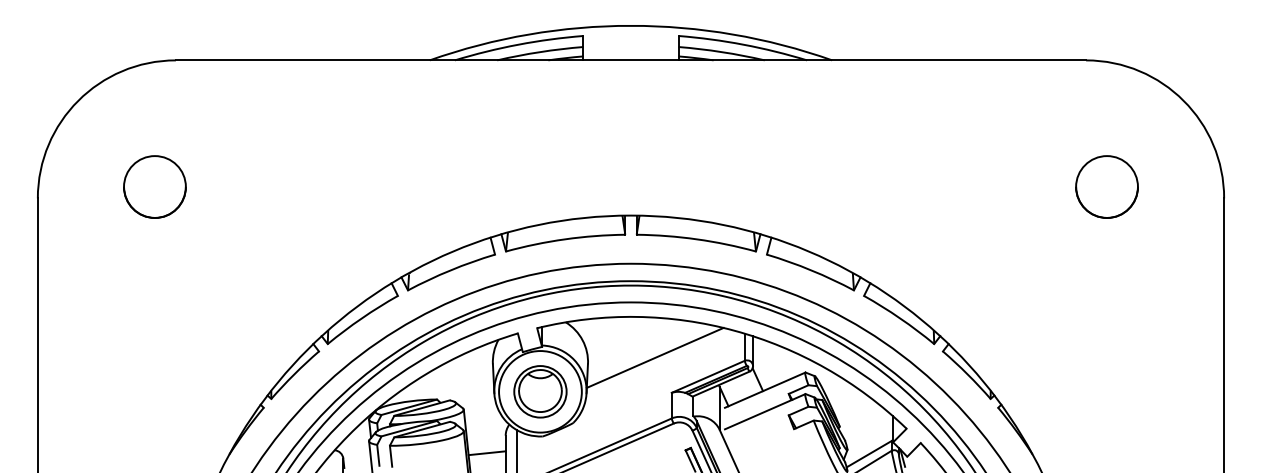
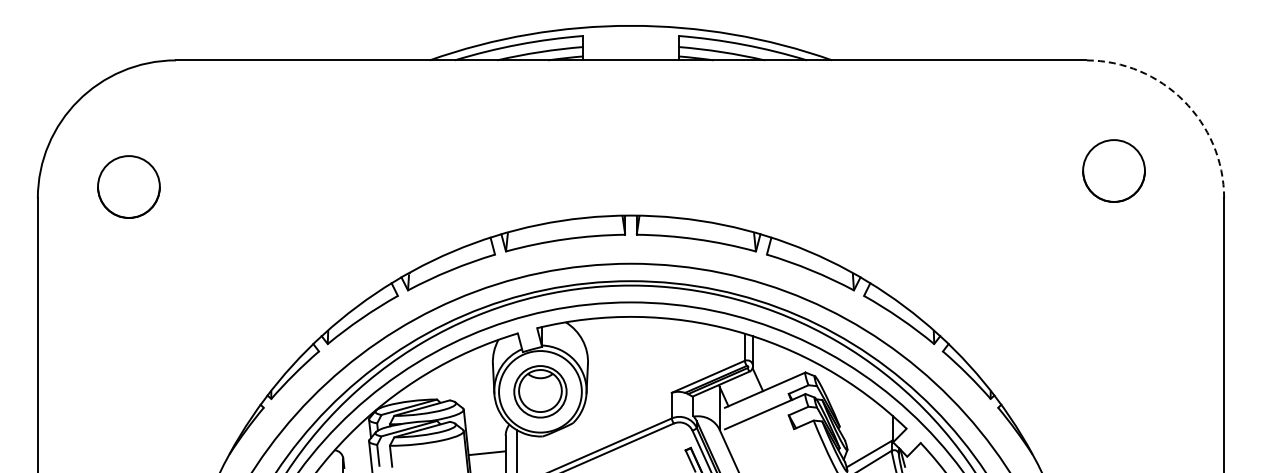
arc at (1183, 100): solid -> dashed
circle at (154, 186) position: (154, 186) -> (128, 186)
circle at (1106, 186) position: (1106, 186) -> (1113, 170)
line at (654, 357): present -> none
